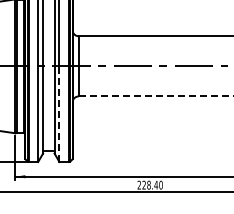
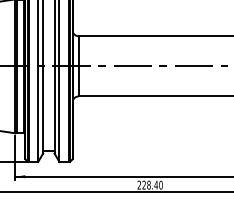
line at (156, 96): dashed -> solid
line at (59, 114): dashed -> solid
